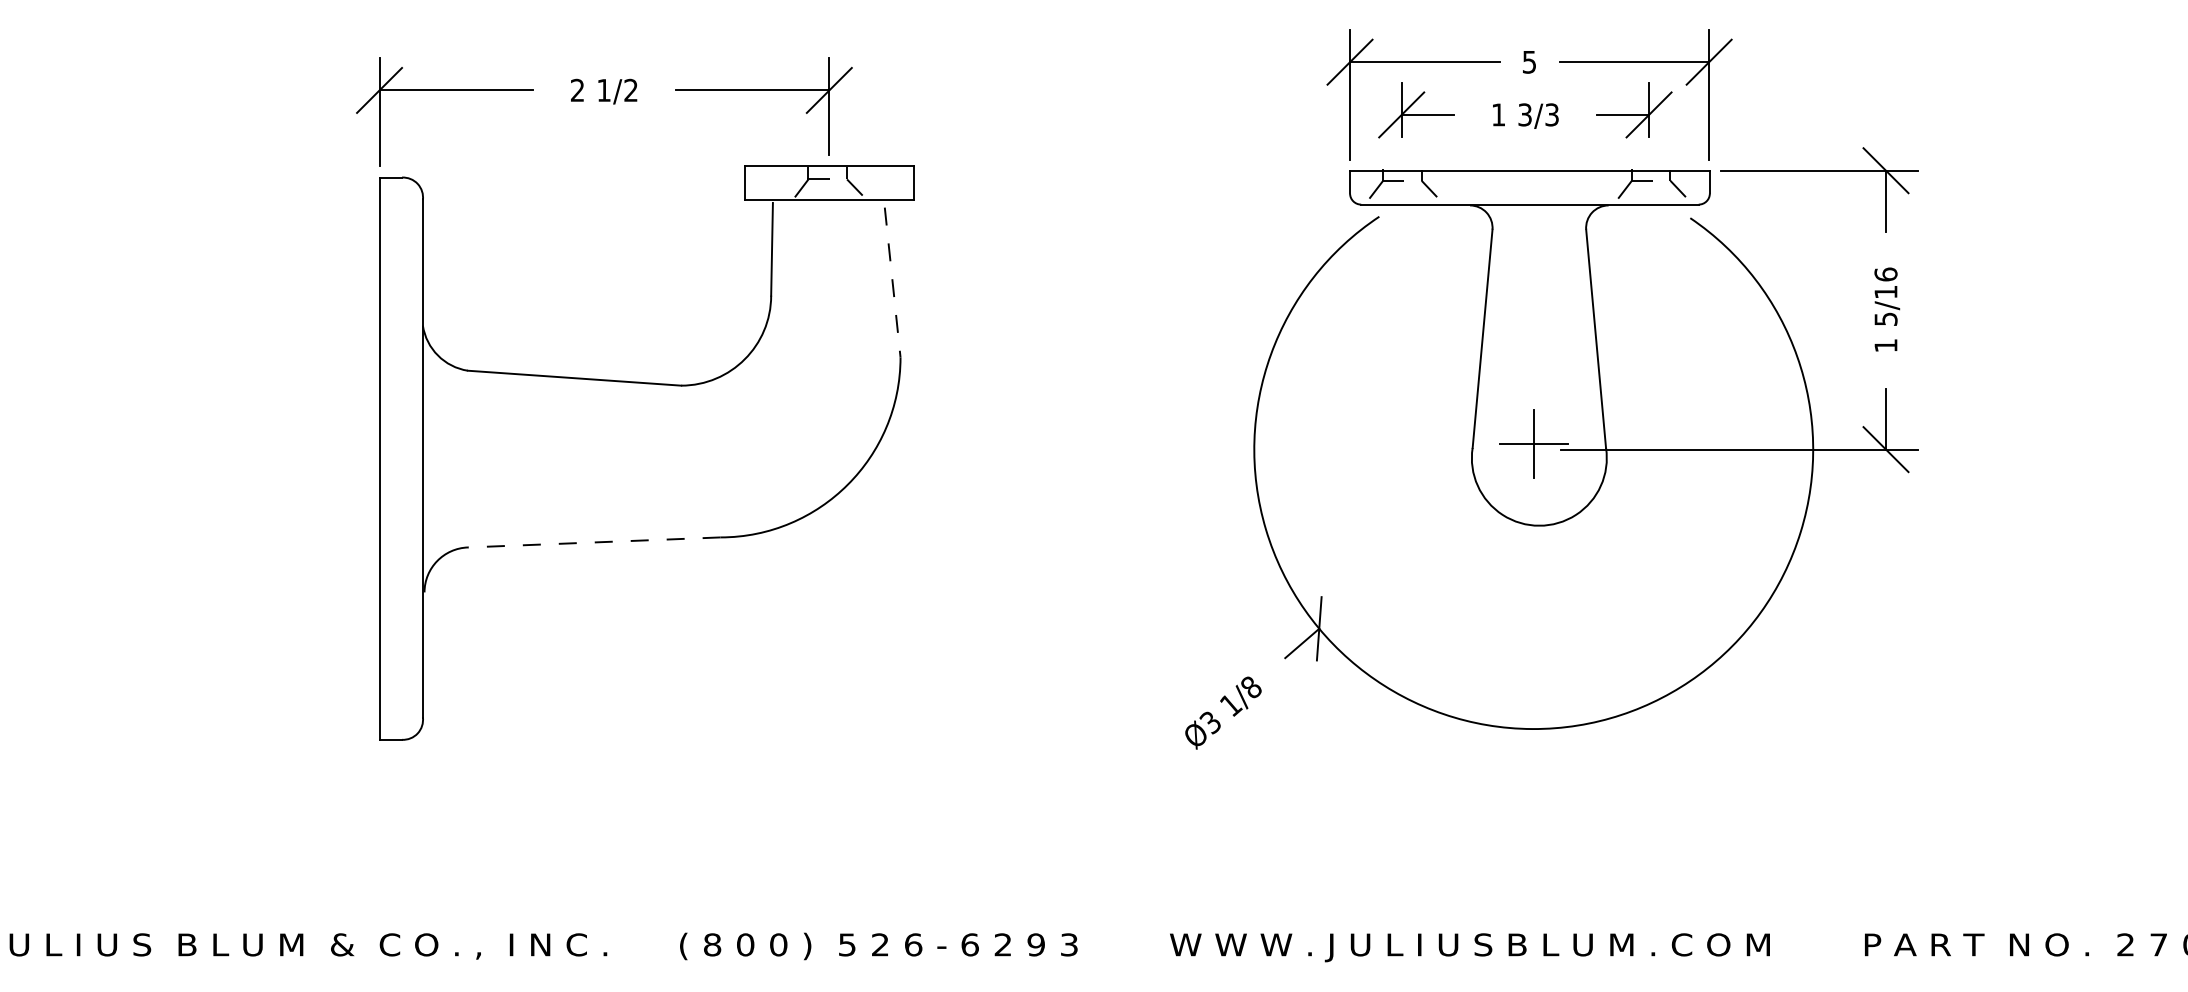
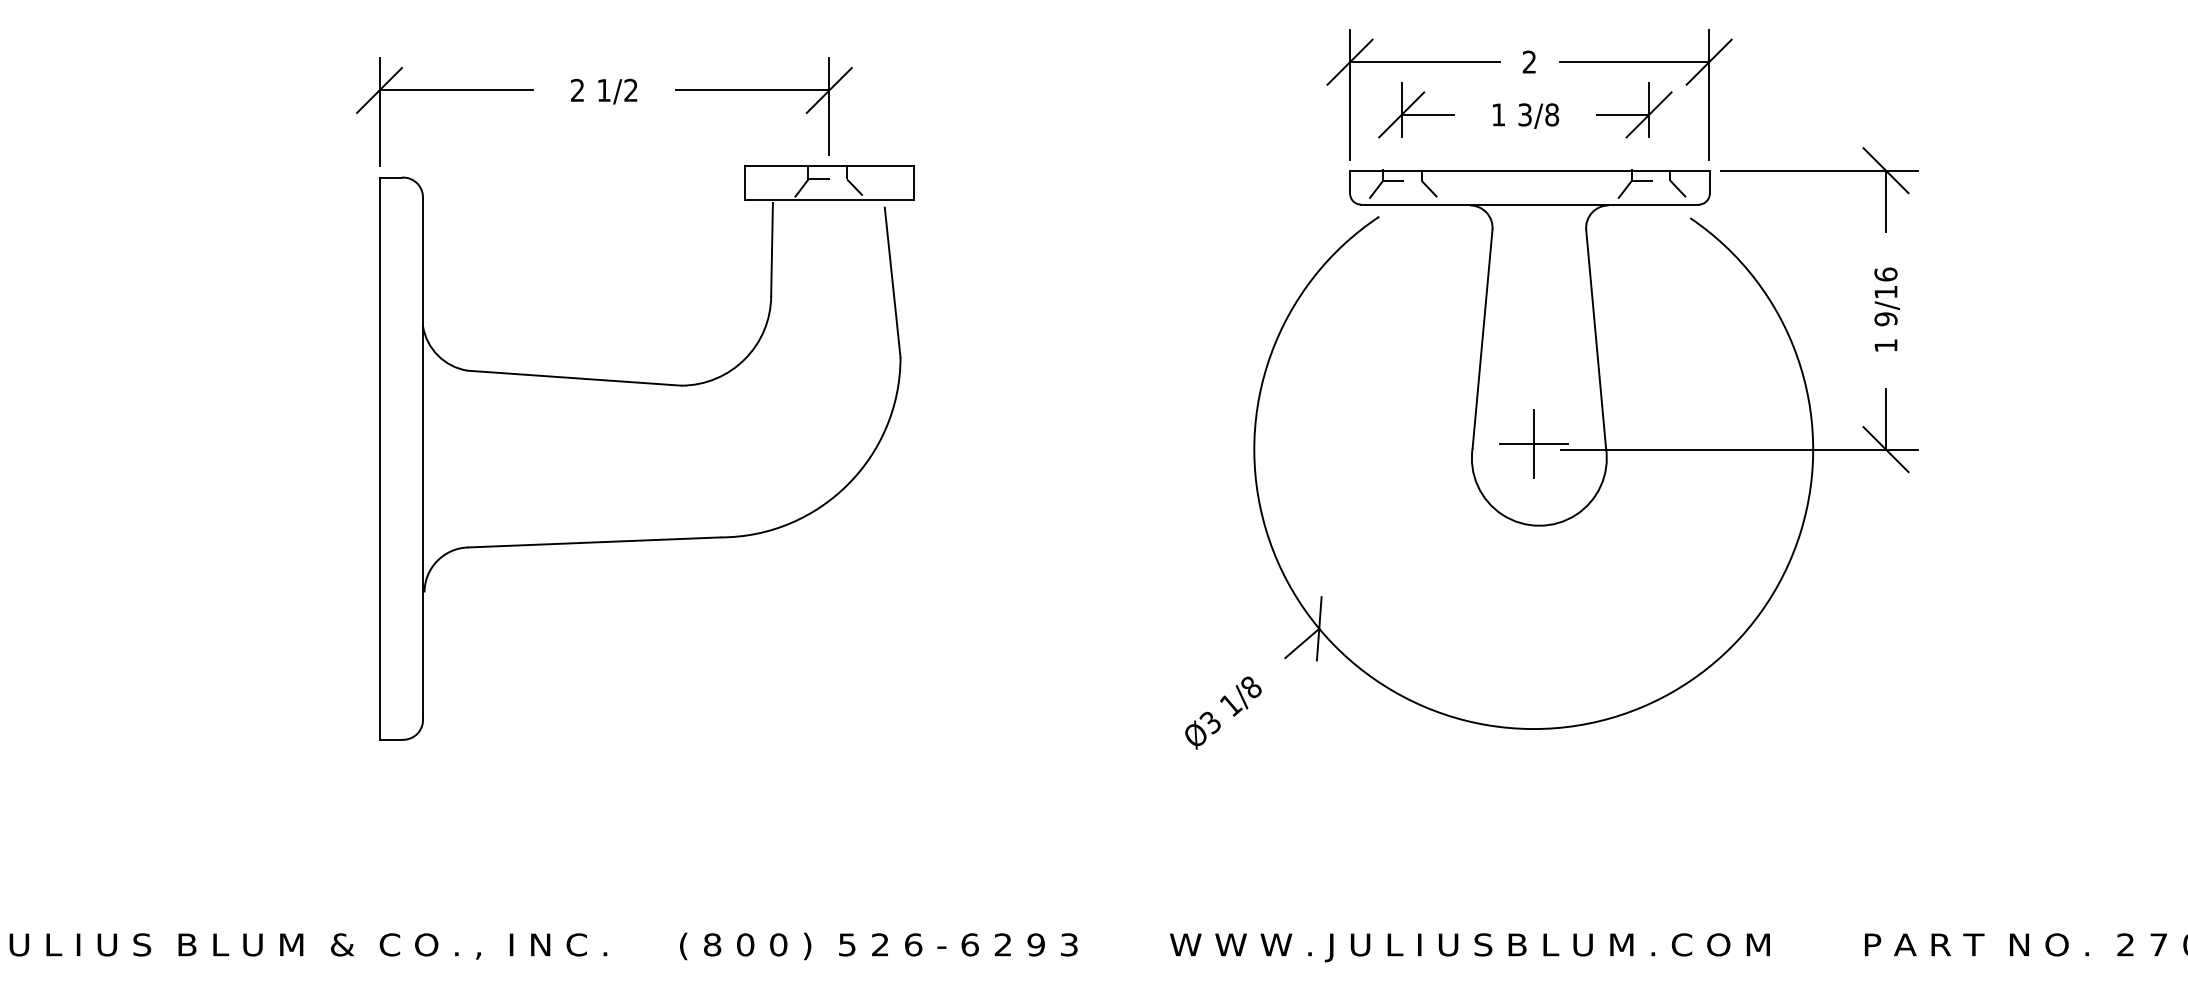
text at (1528, 61): 5 -> 2
text at (1552, 114): 3/3 -> 3/8
line at (892, 283): dashed -> solid
text at (1885, 319): 5/16 -> 9/16
line at (593, 542): dashed -> solid
